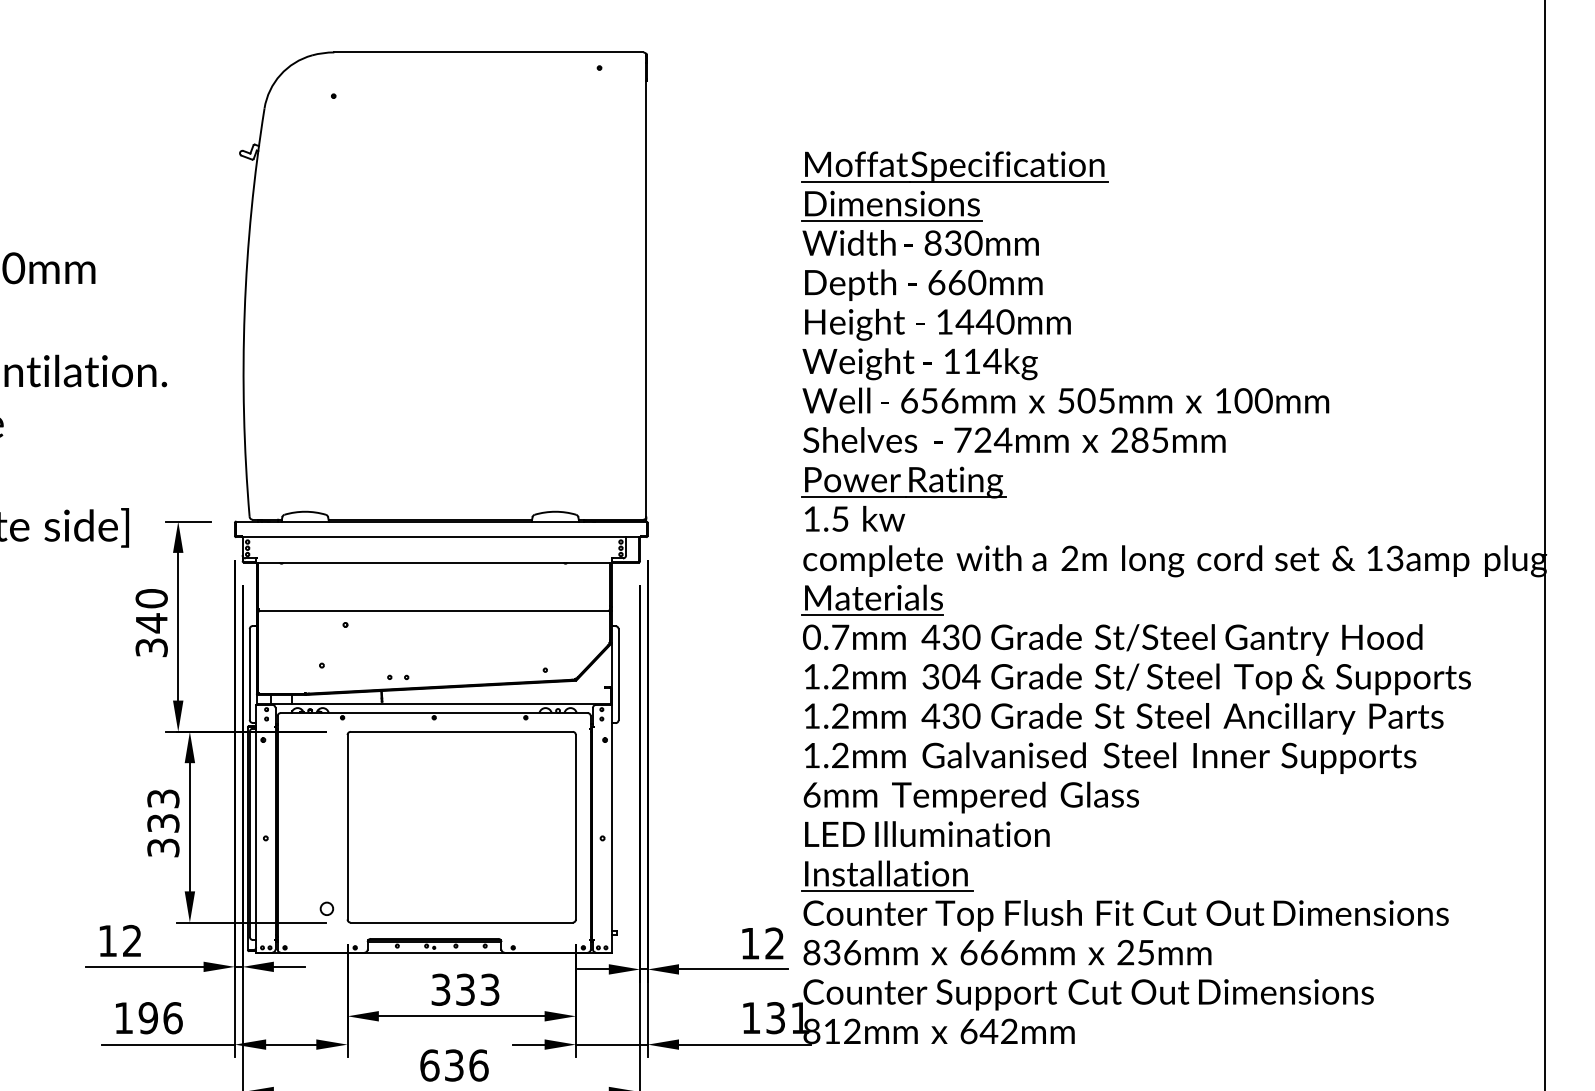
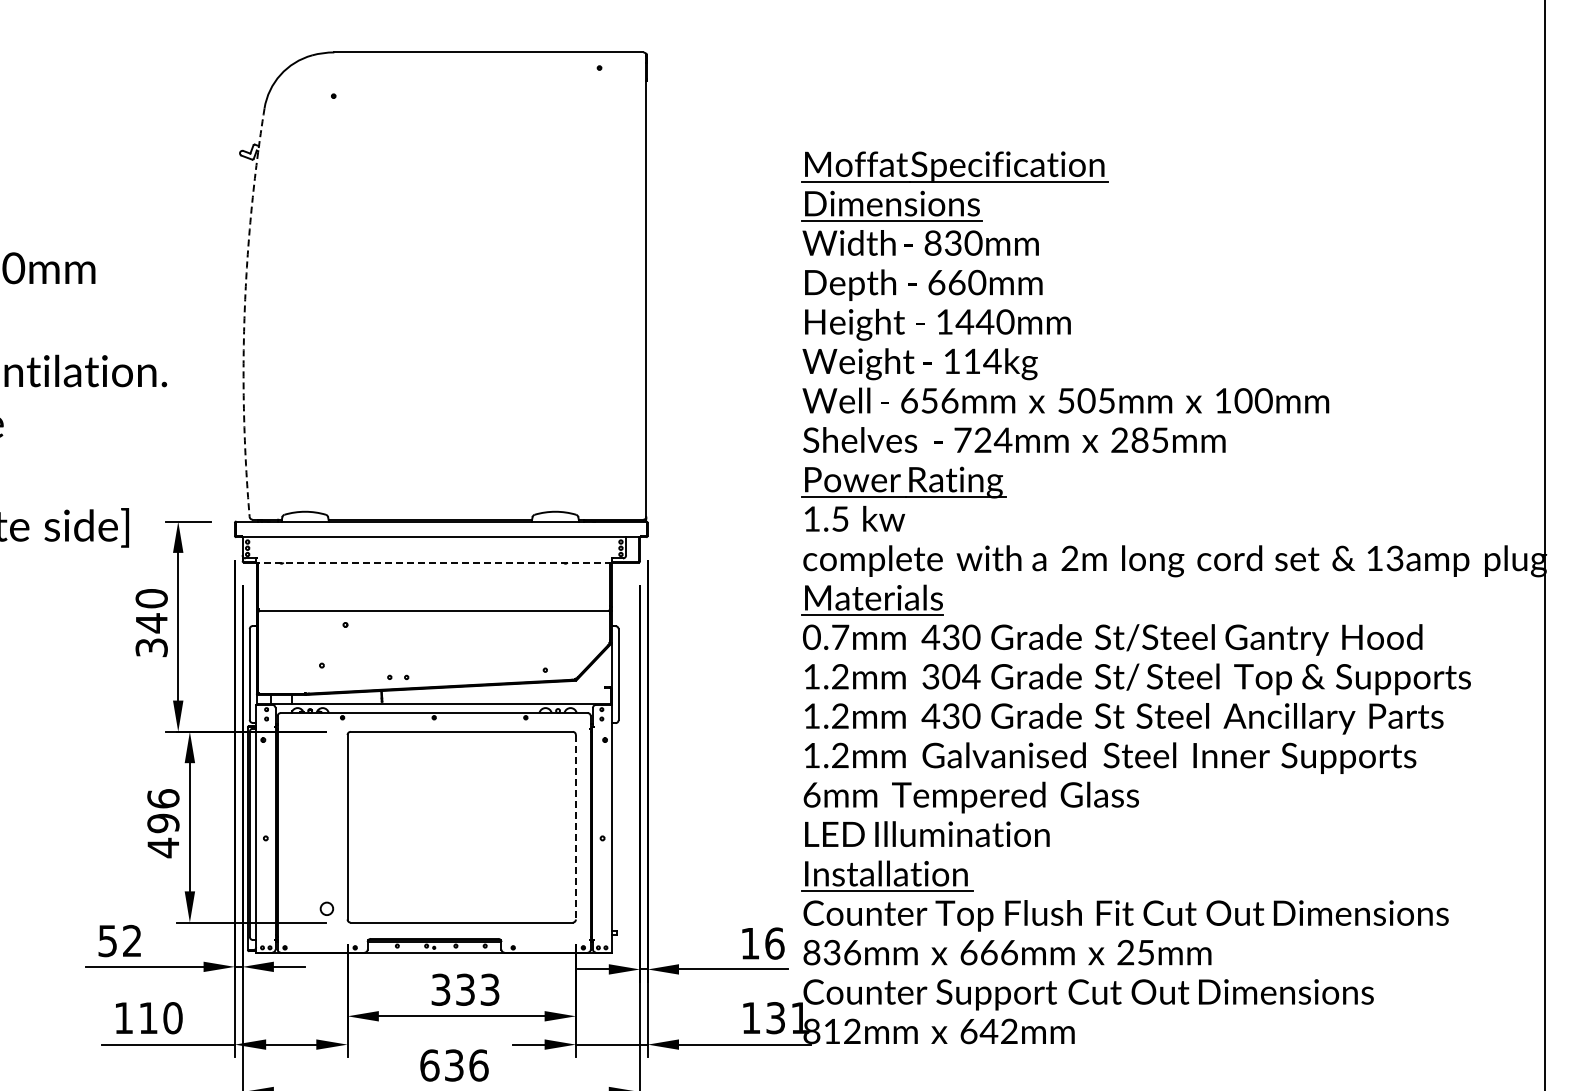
arc at (244, 312): solid -> dashed
line at (434, 562): solid -> dashed
text at (163, 823): 333 -> 496
line at (575, 827): solid -> dashed
text at (107, 941): 12 -> 52
text at (774, 943): 12 -> 16
text at (160, 1018): 196 -> 110
